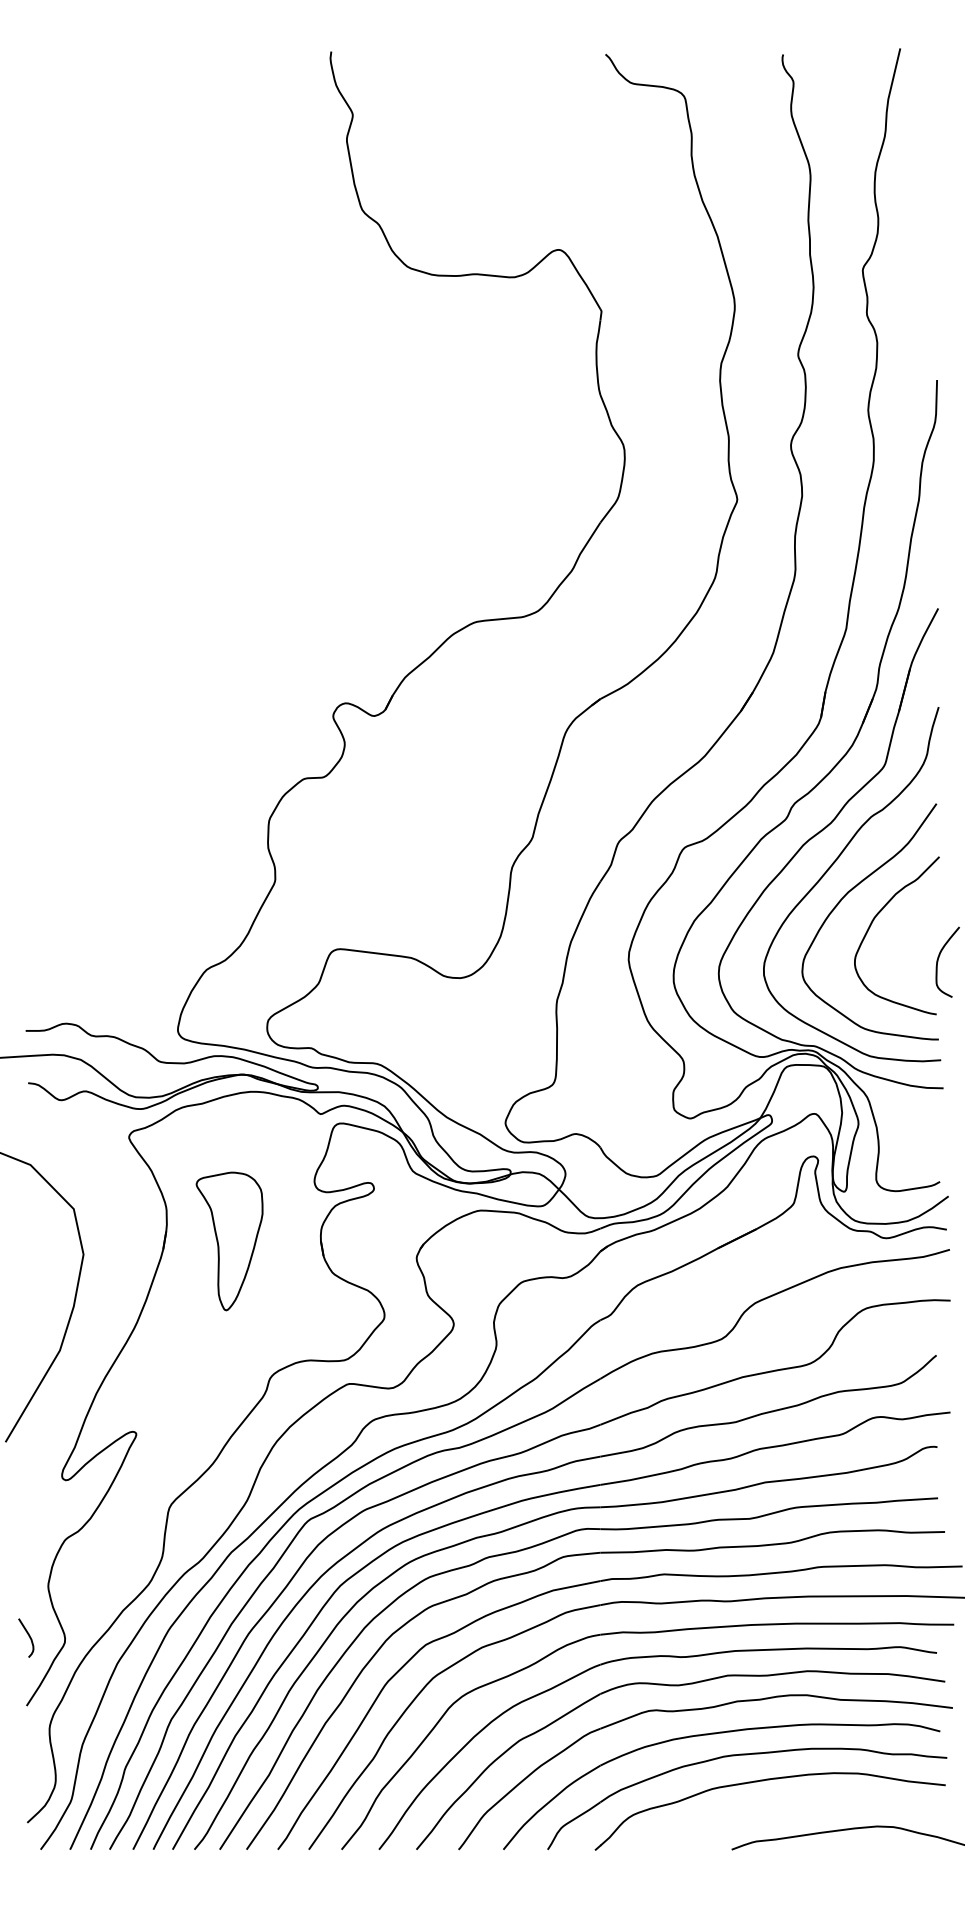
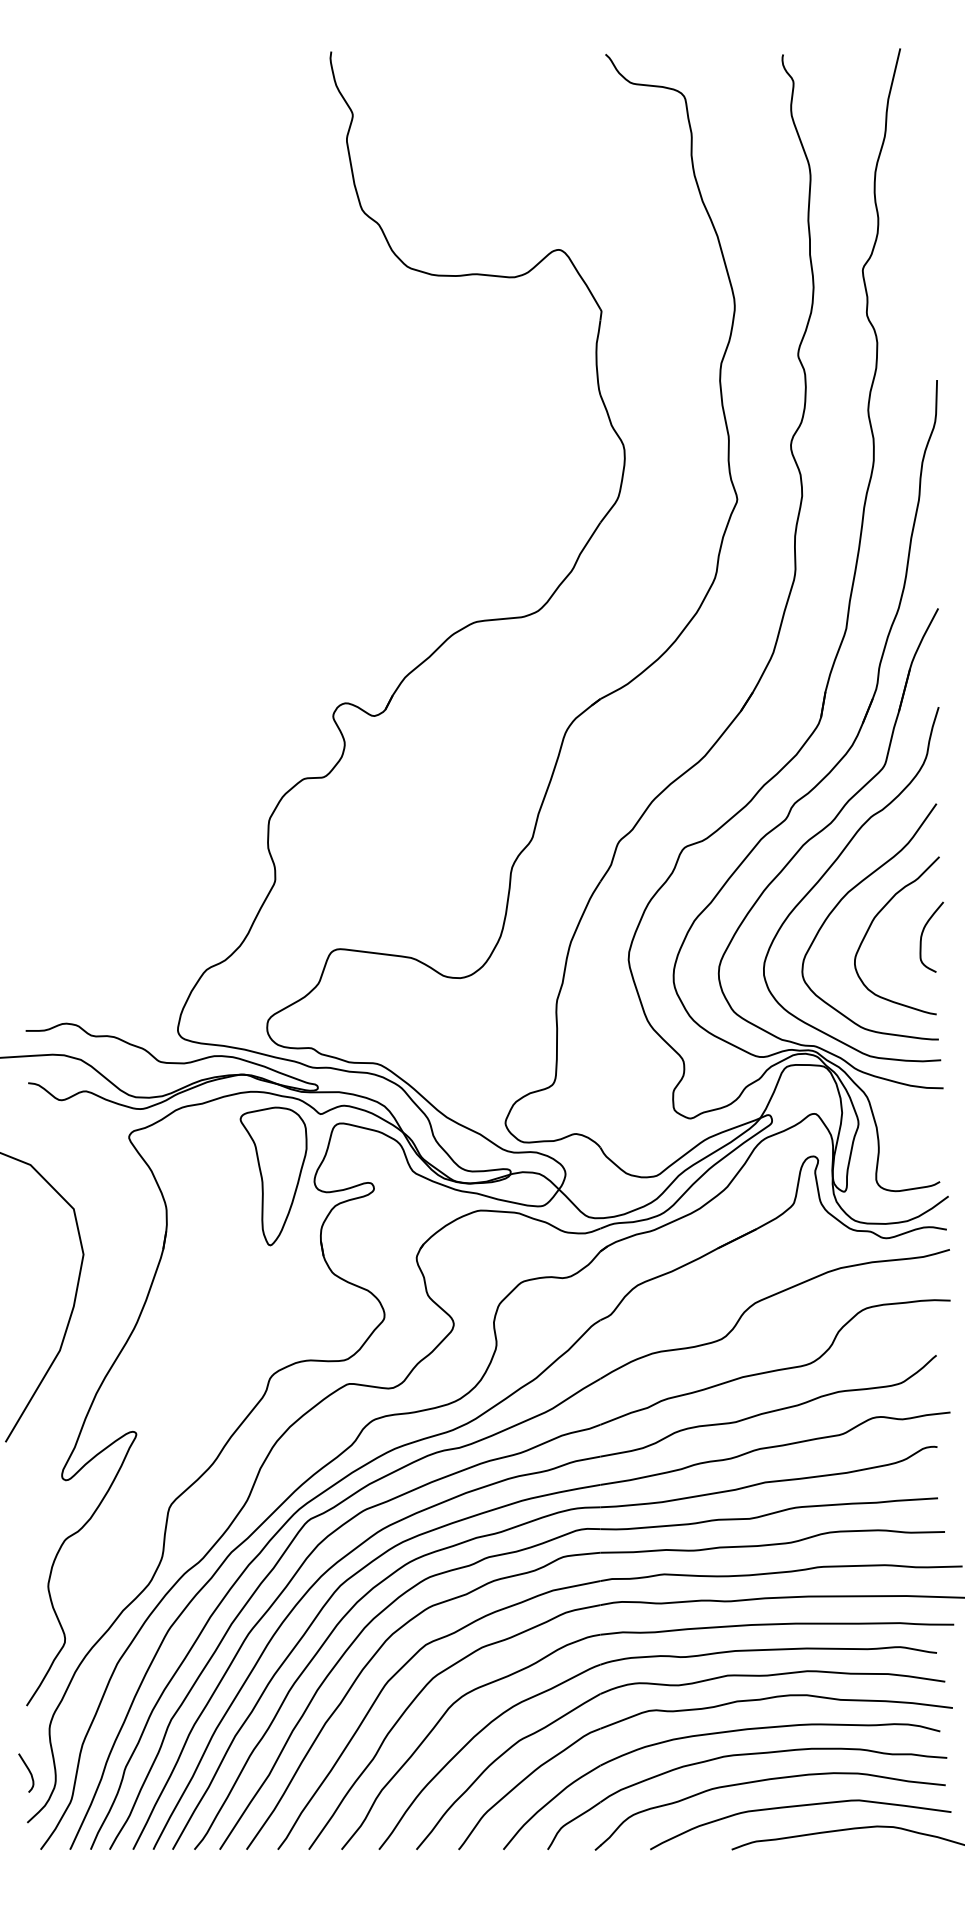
curve at (939, 958) position: (939, 958) -> (923, 933)
part at (229, 1241) position: (229, 1241) -> (273, 1176)
curve at (28, 1636) position: (28, 1636) -> (28, 1771)
curve at (795, 1807): none -> present
